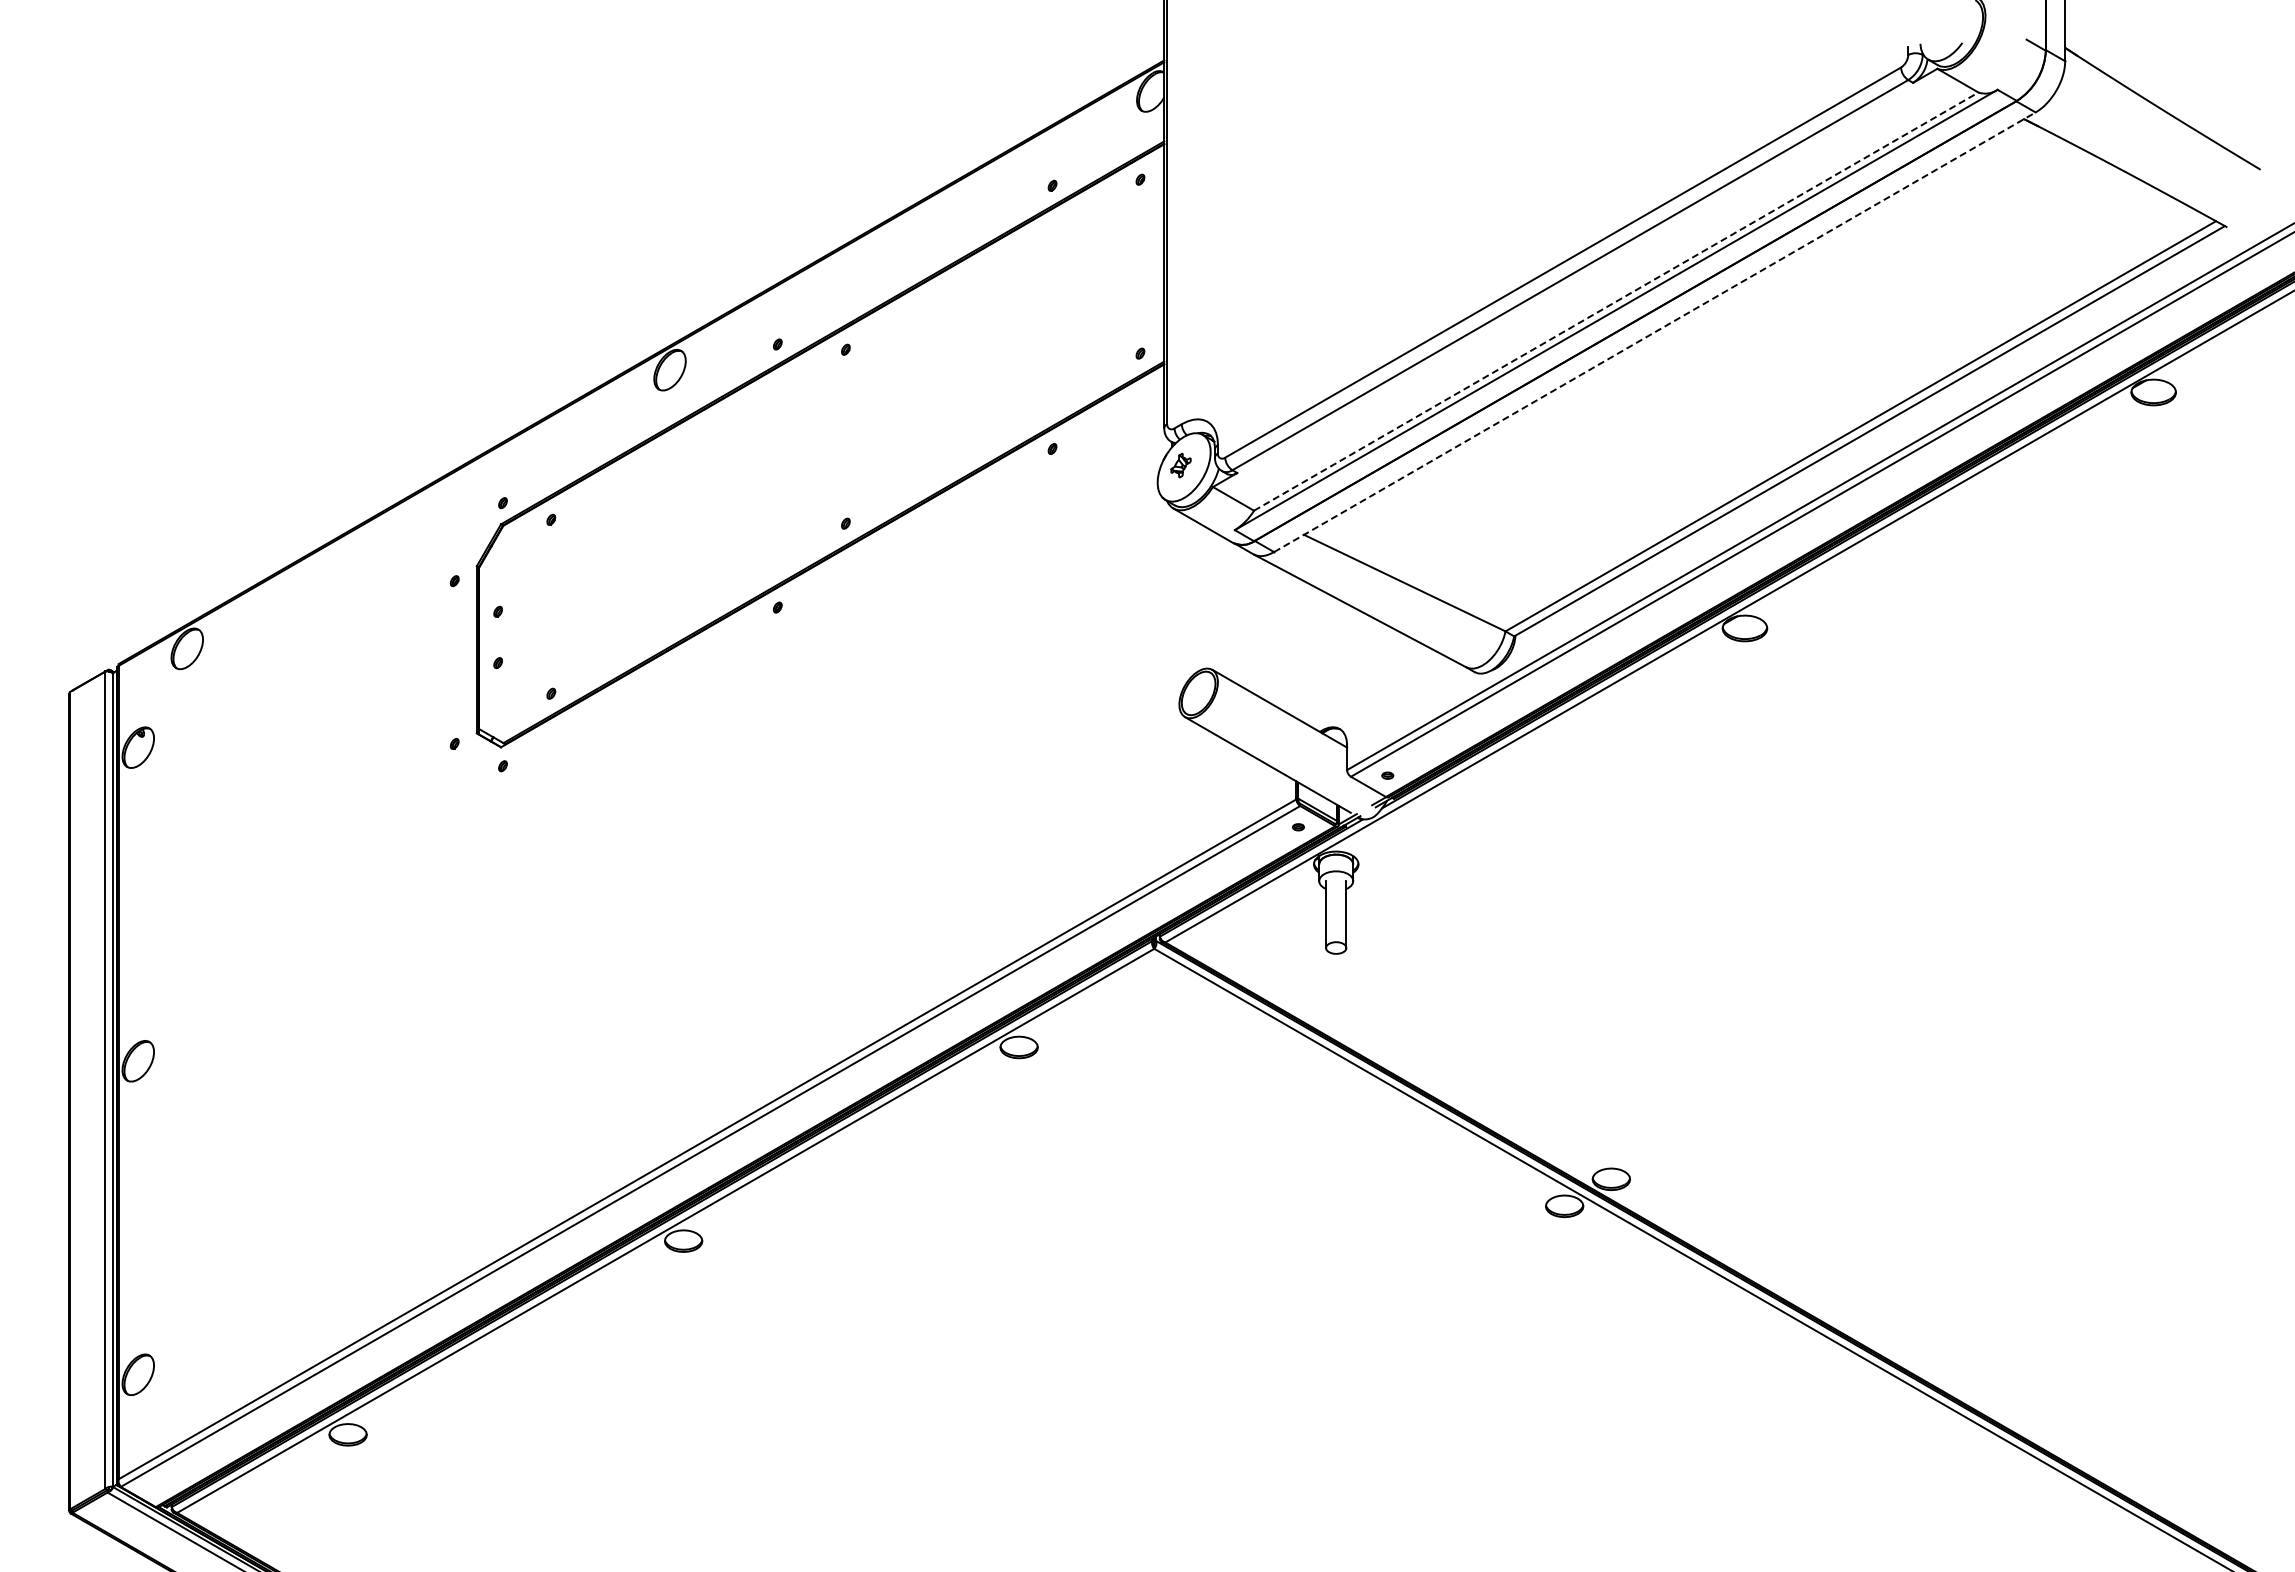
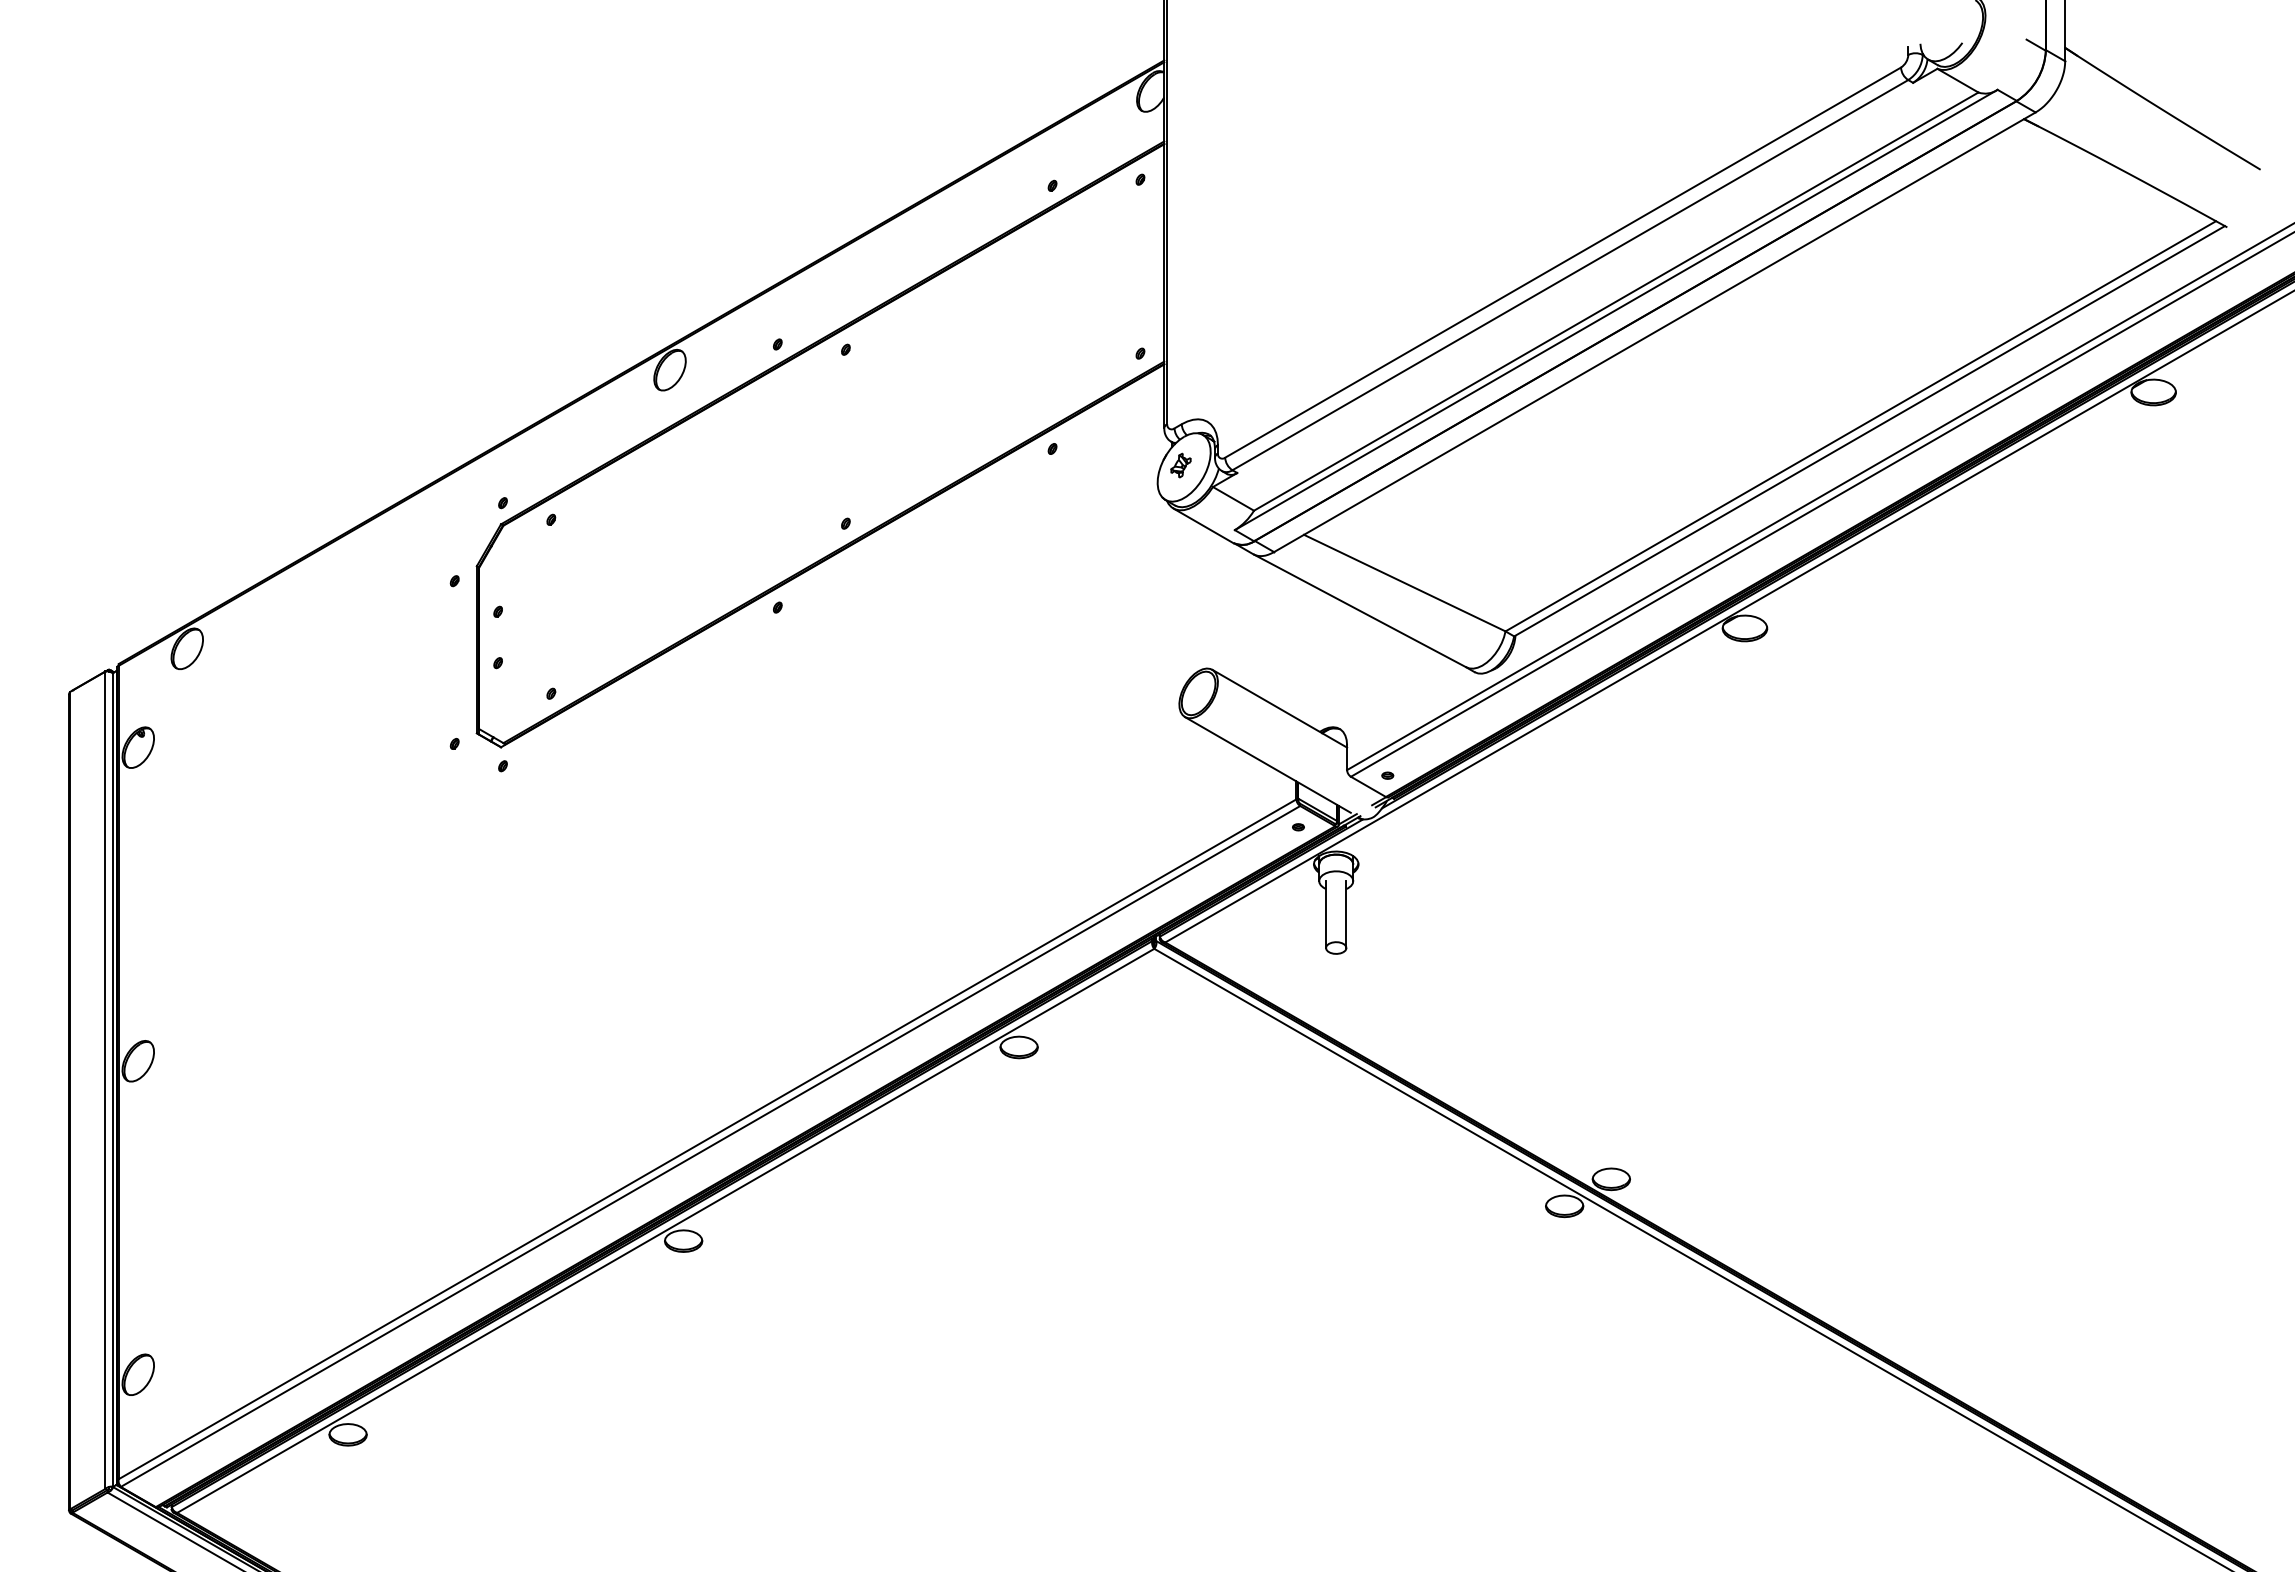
line at (1616, 301): dashed -> solid
line at (1654, 332): dashed -> solid
